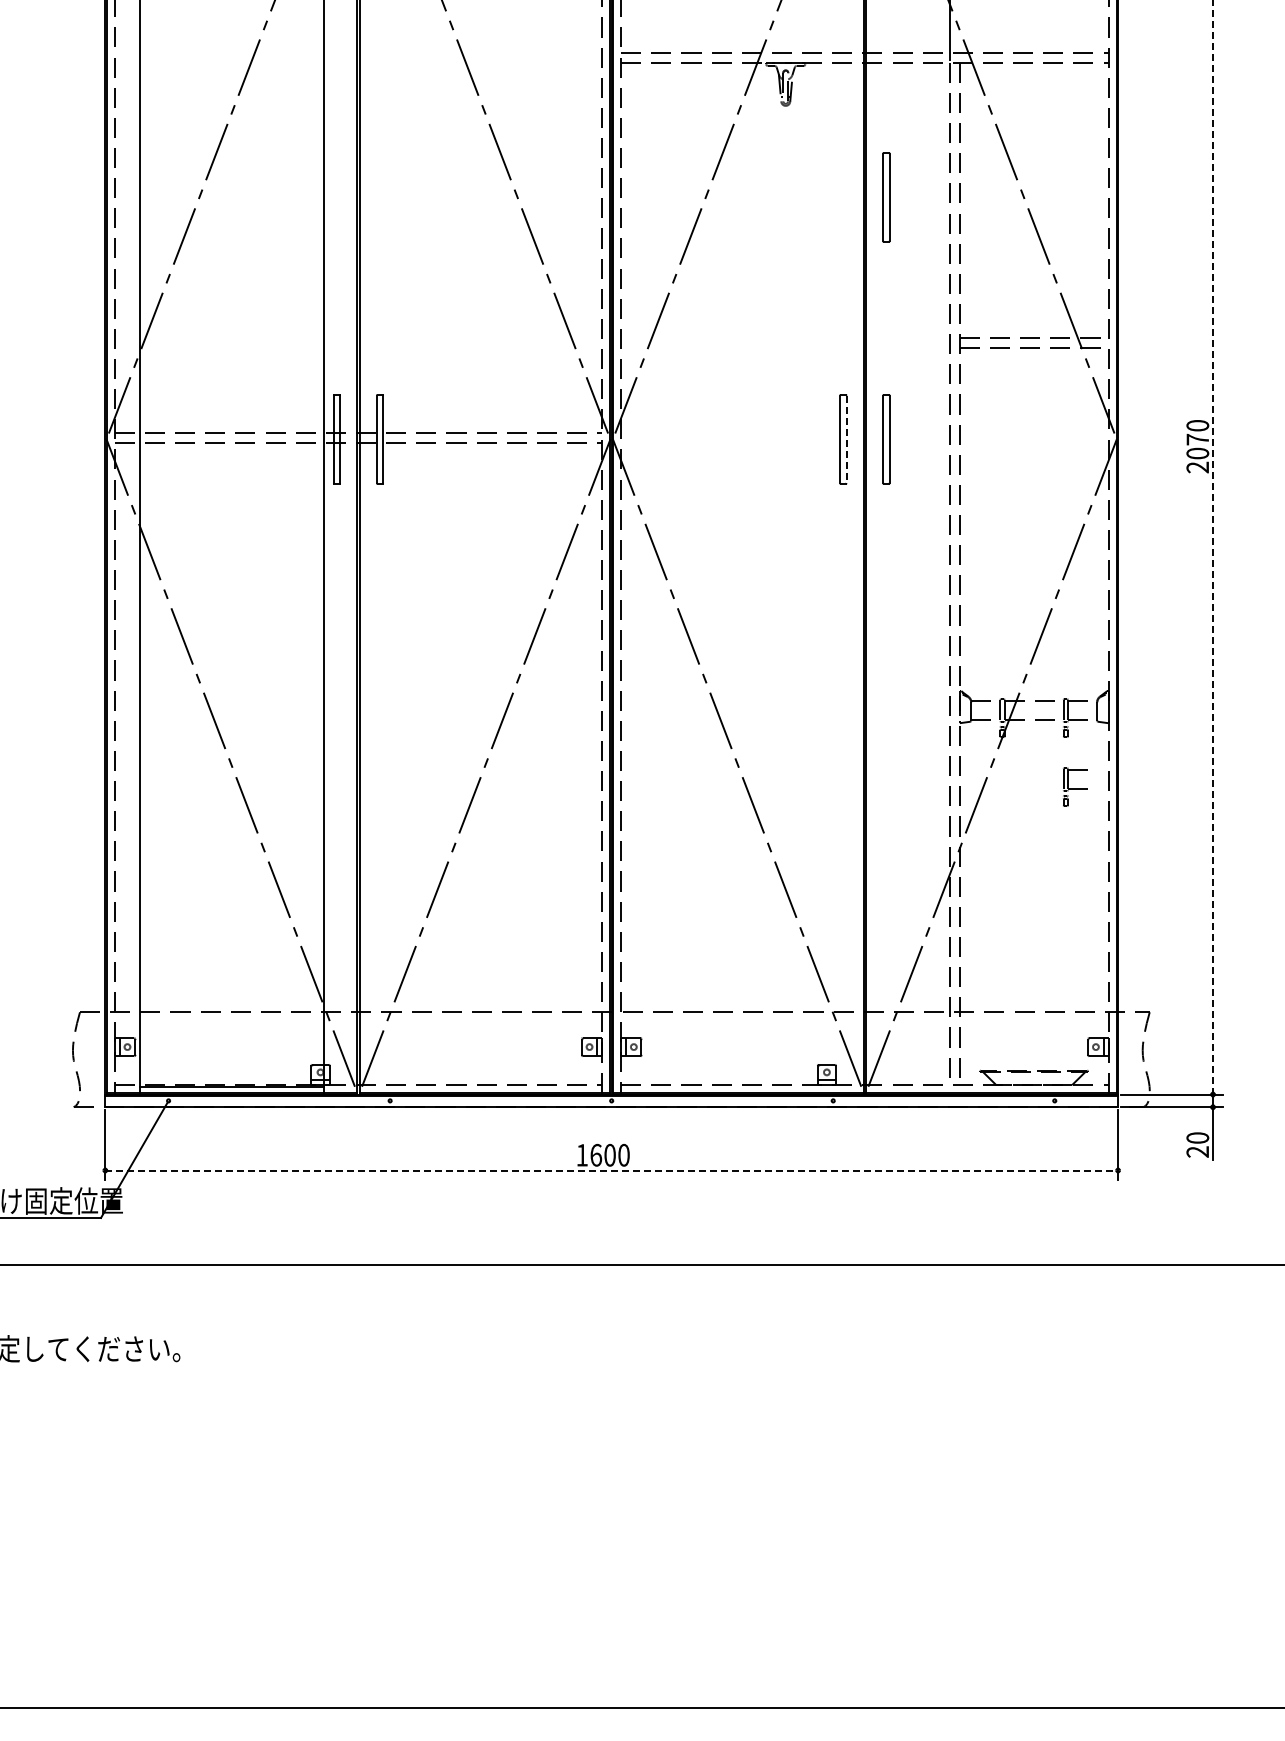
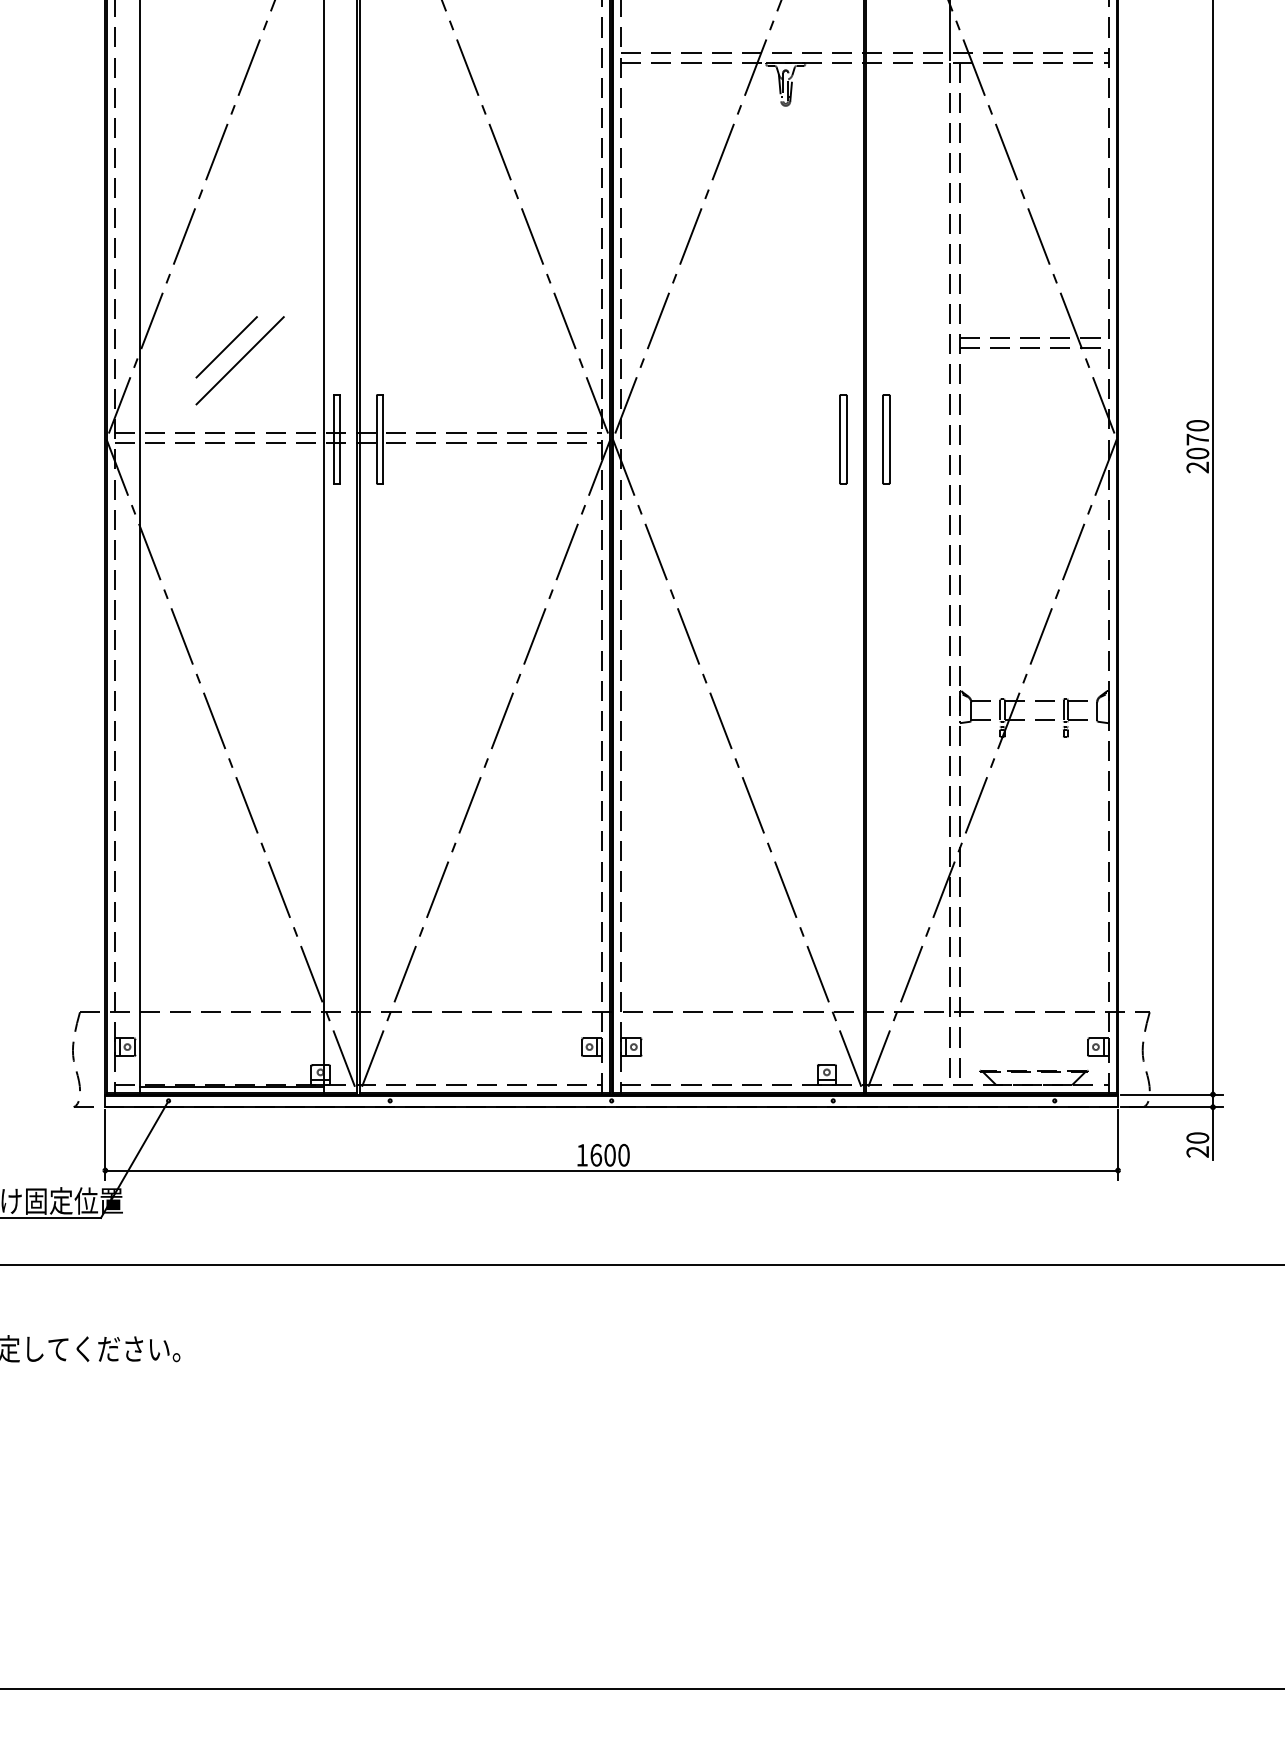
part at (886, 197): present -> none
line at (226, 347): none -> present
line at (239, 360): none -> present
line at (846, 439): dashed -> solid
line at (1213, 546): dashed -> solid
part at (1075, 786): present -> none
line at (612, 1170): dashed -> solid
line at (641, 1707) position: (641, 1707) -> (641, 1688)
